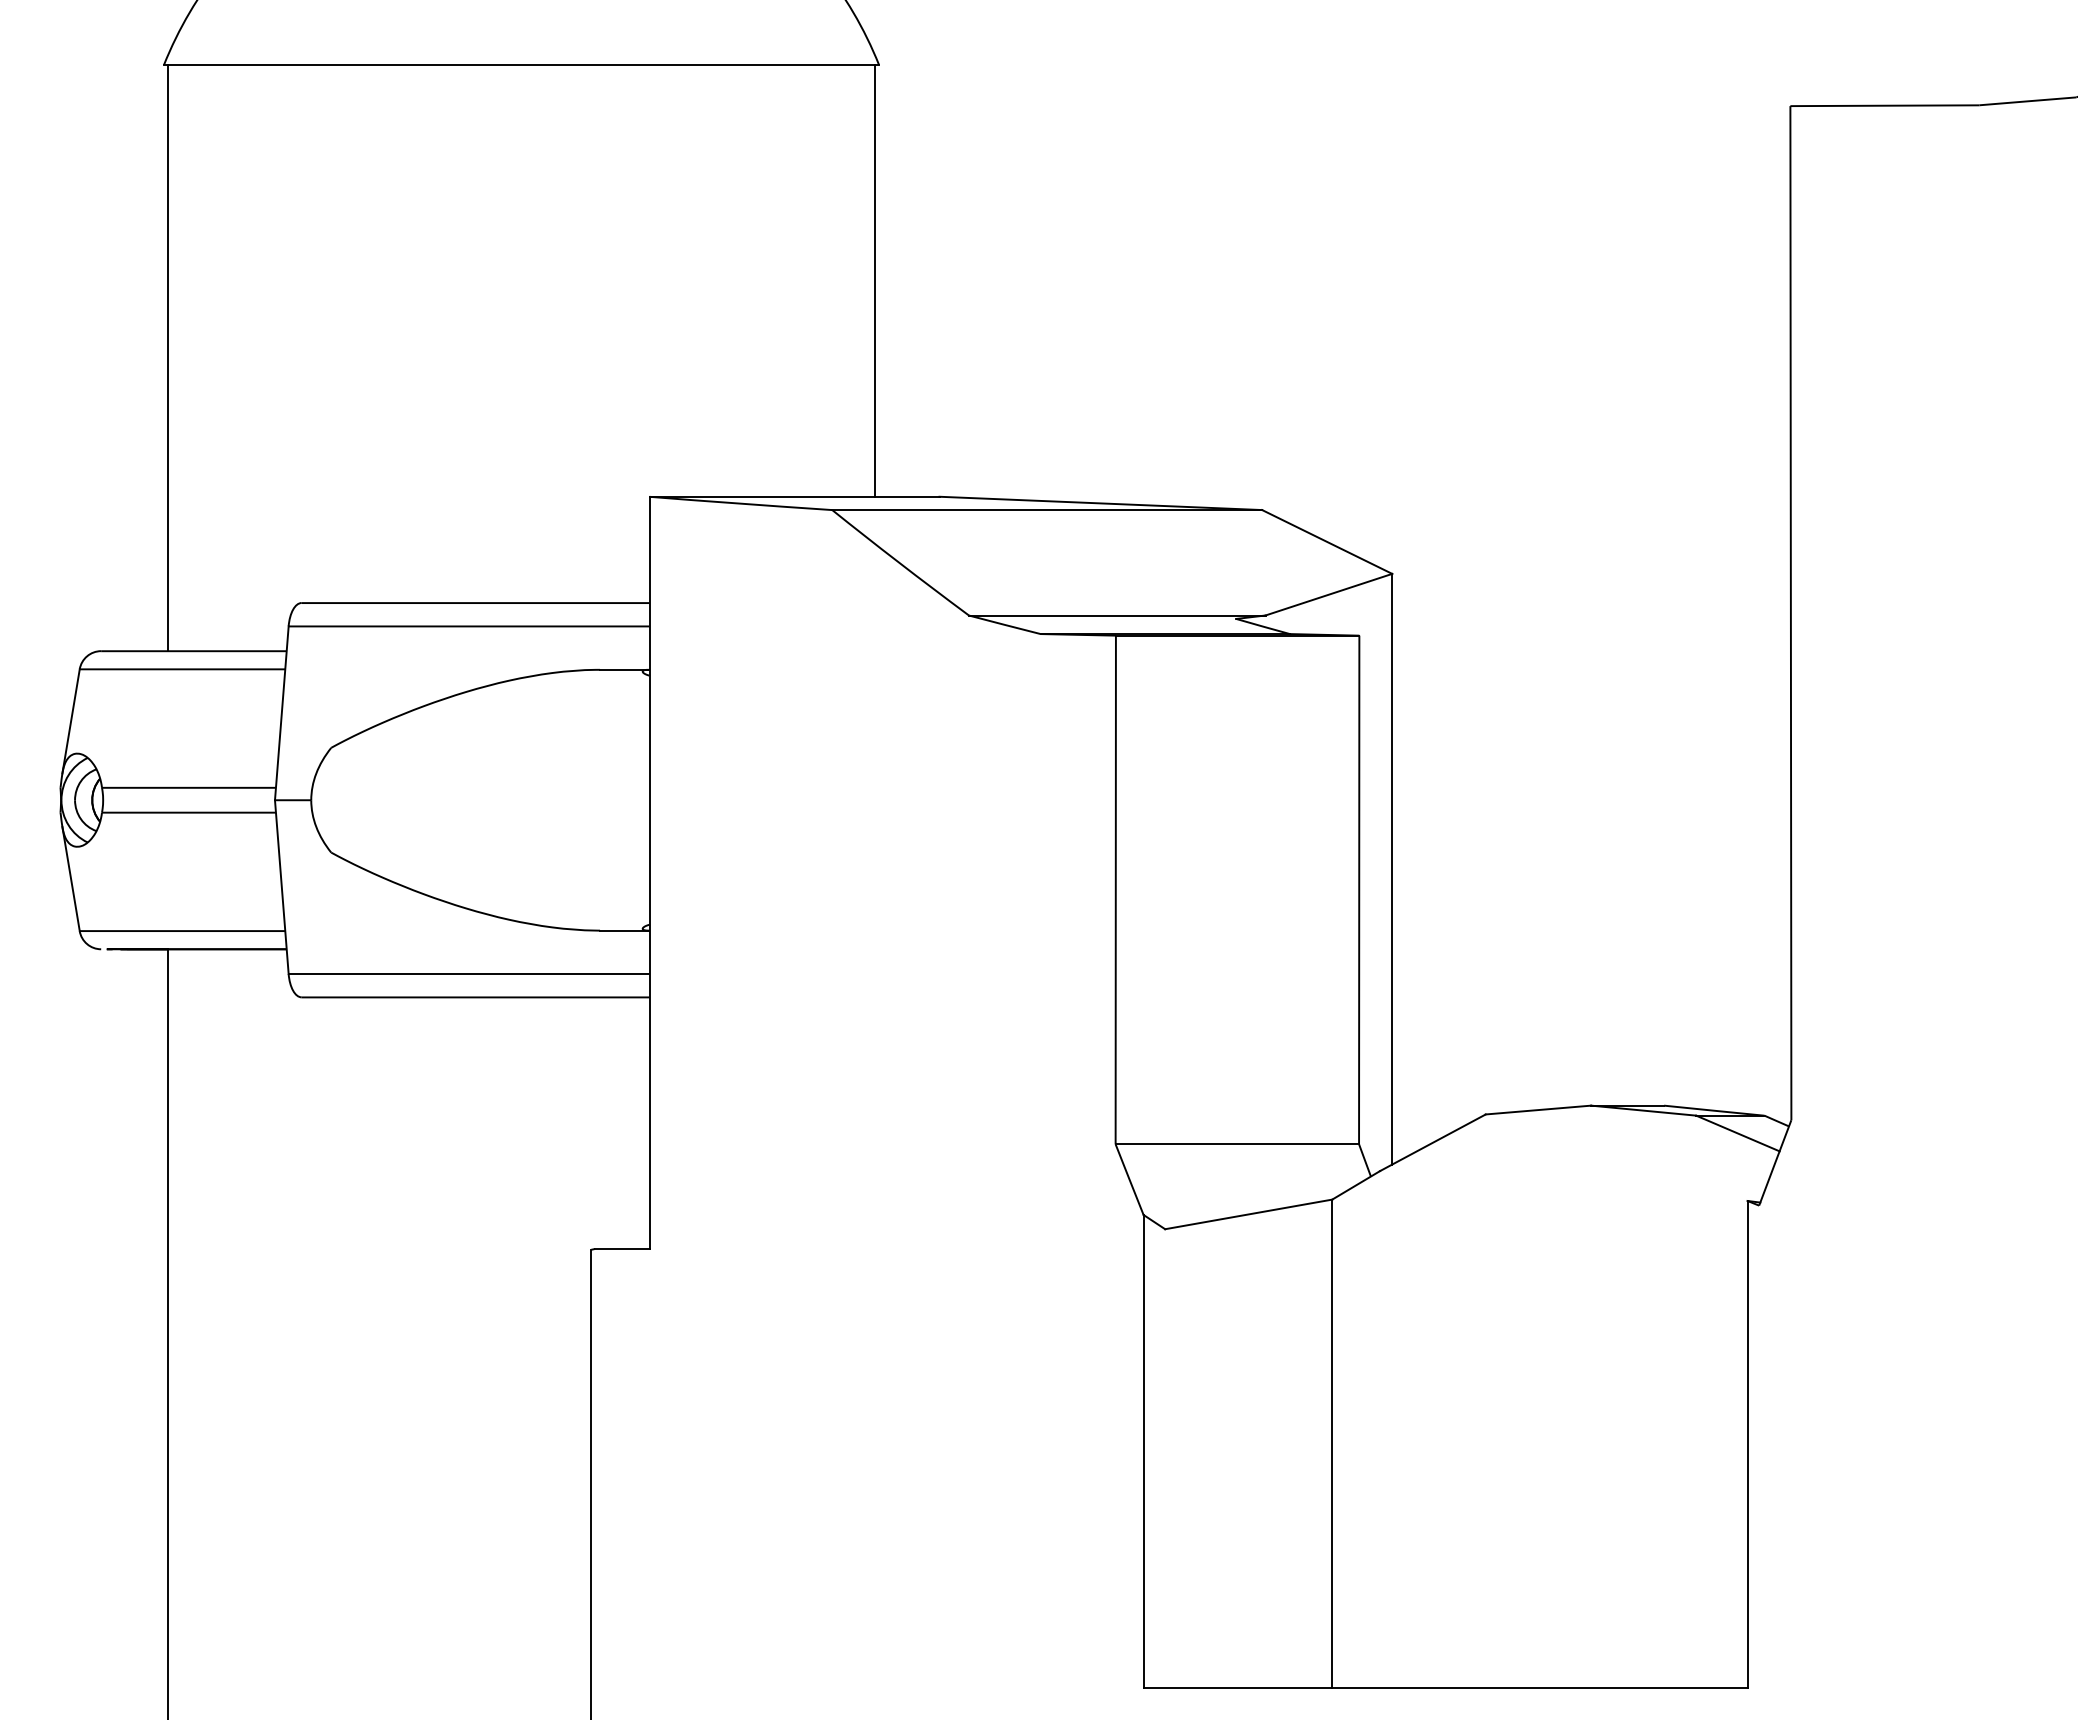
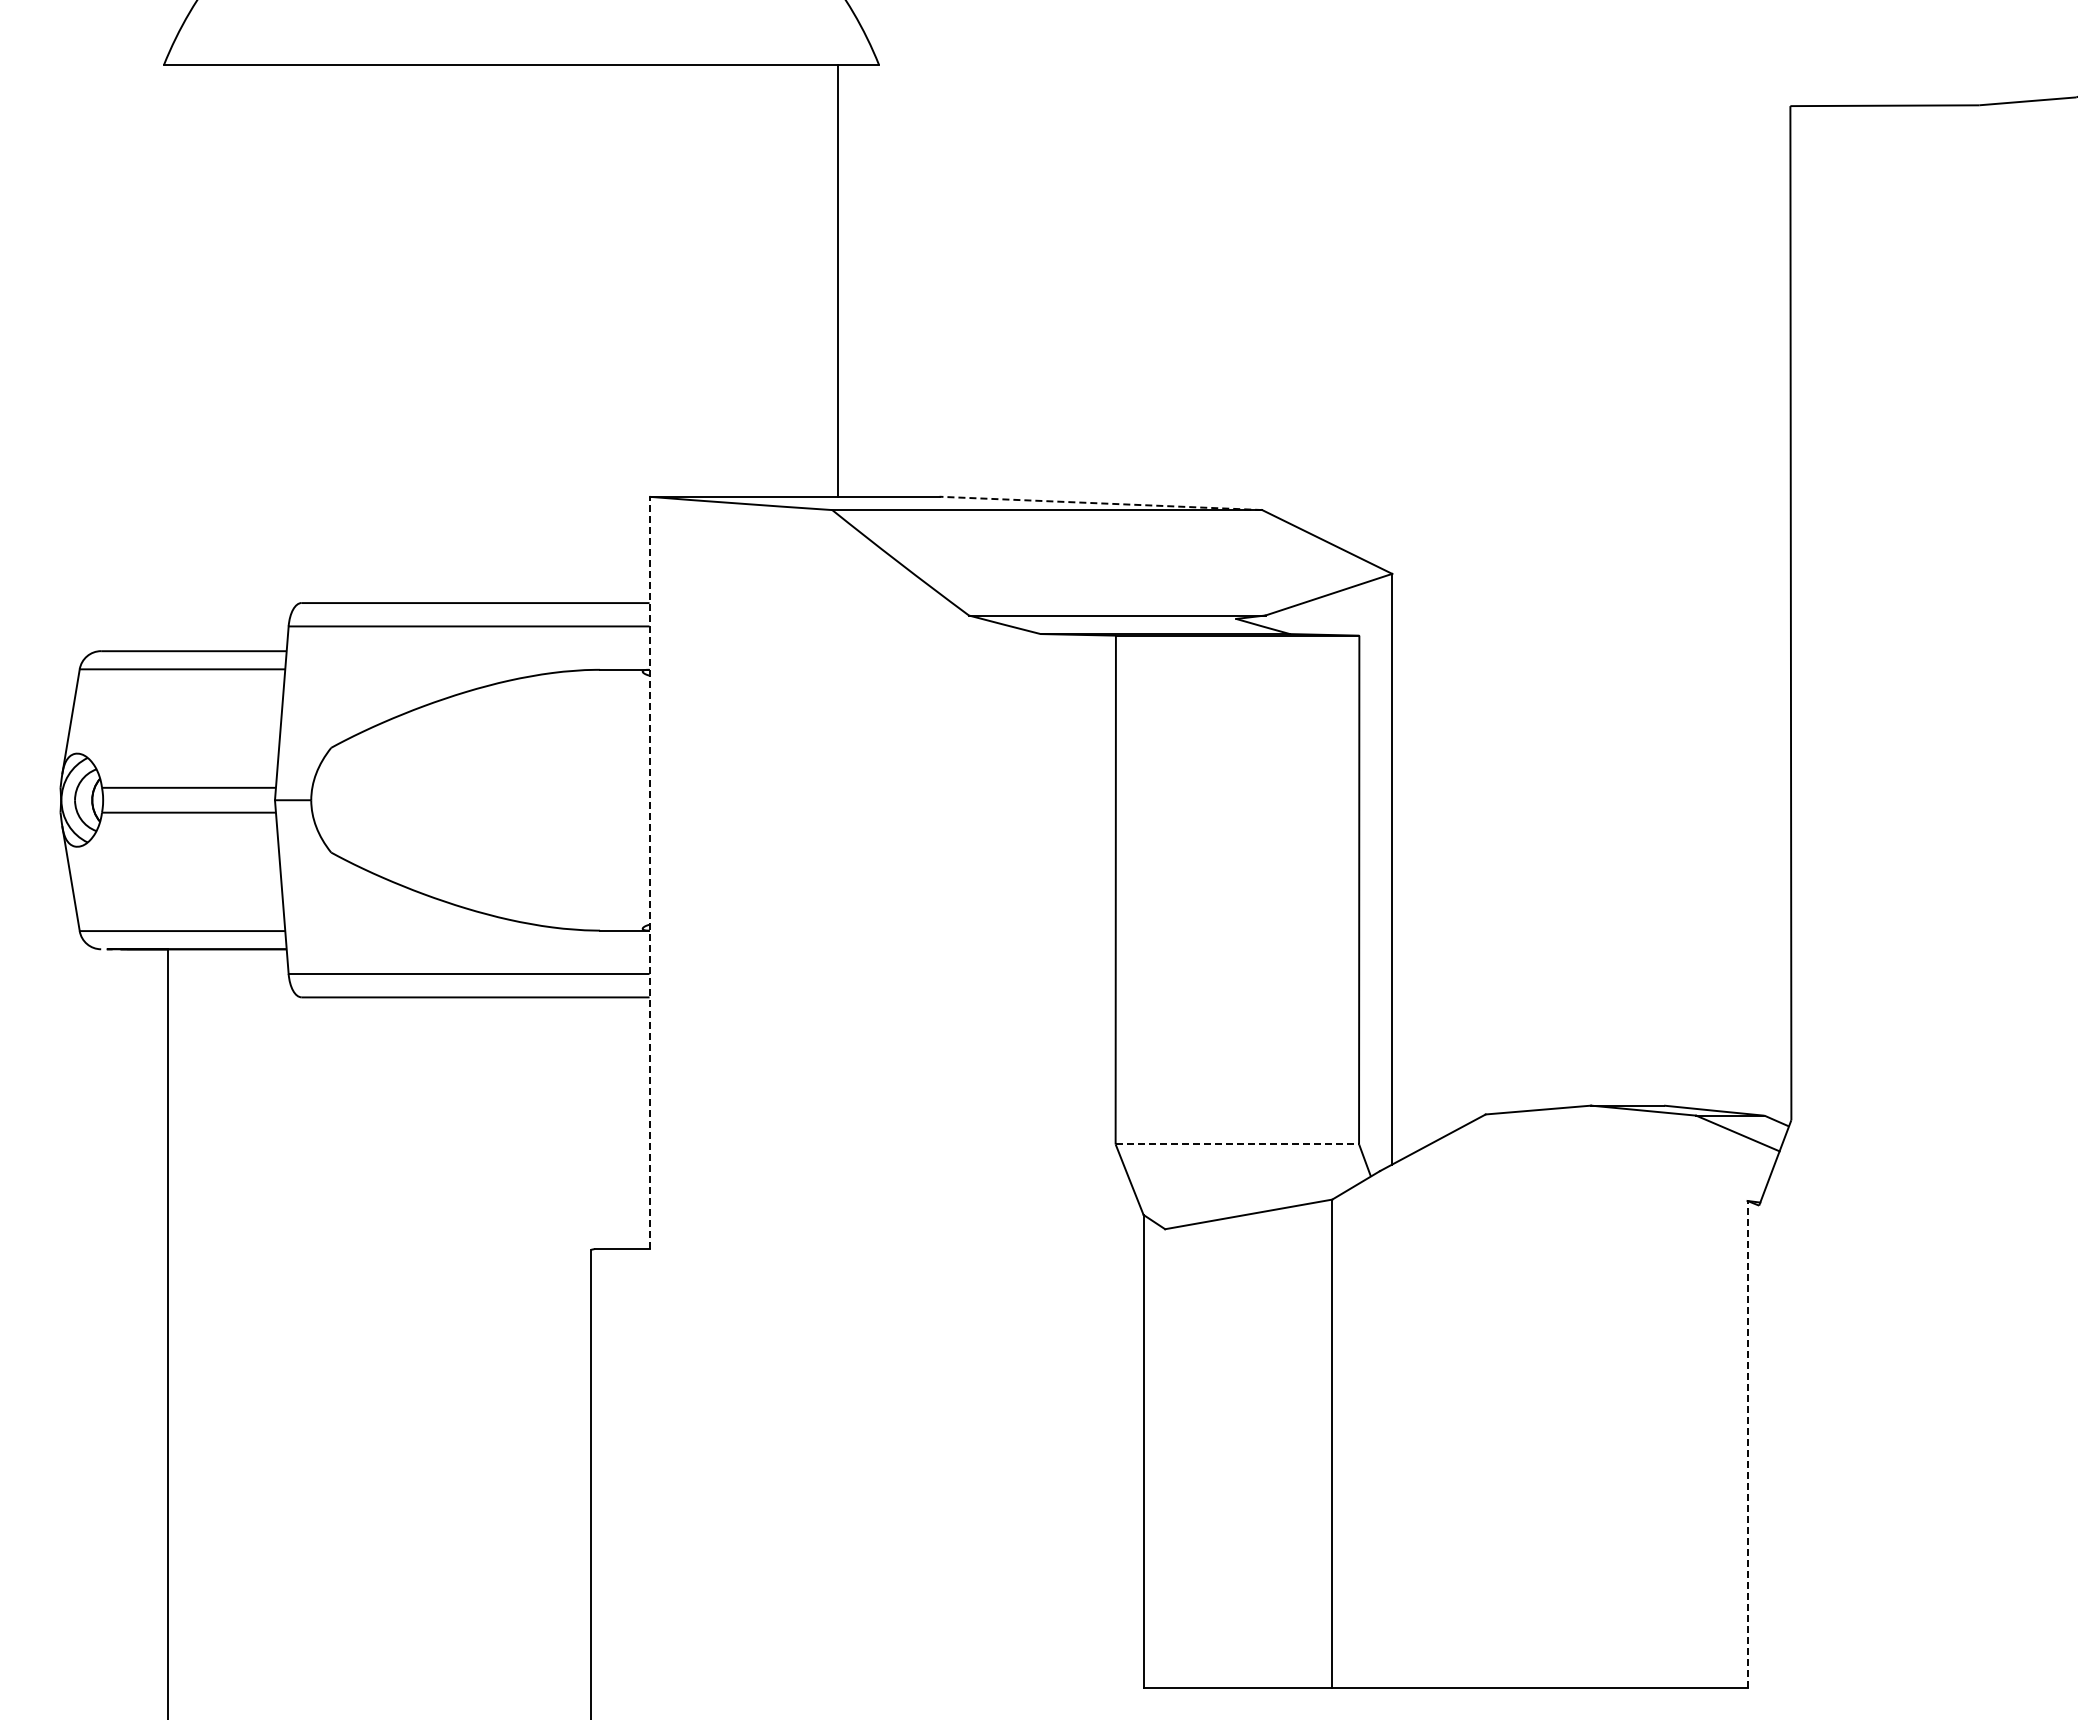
line at (875, 280) position: (875, 280) -> (838, 280)
line at (167, 358): present -> none
line at (1100, 503): solid -> dashed
line at (649, 872): solid -> dashed
line at (1237, 1144): solid -> dashed
line at (1747, 1443): solid -> dashed
